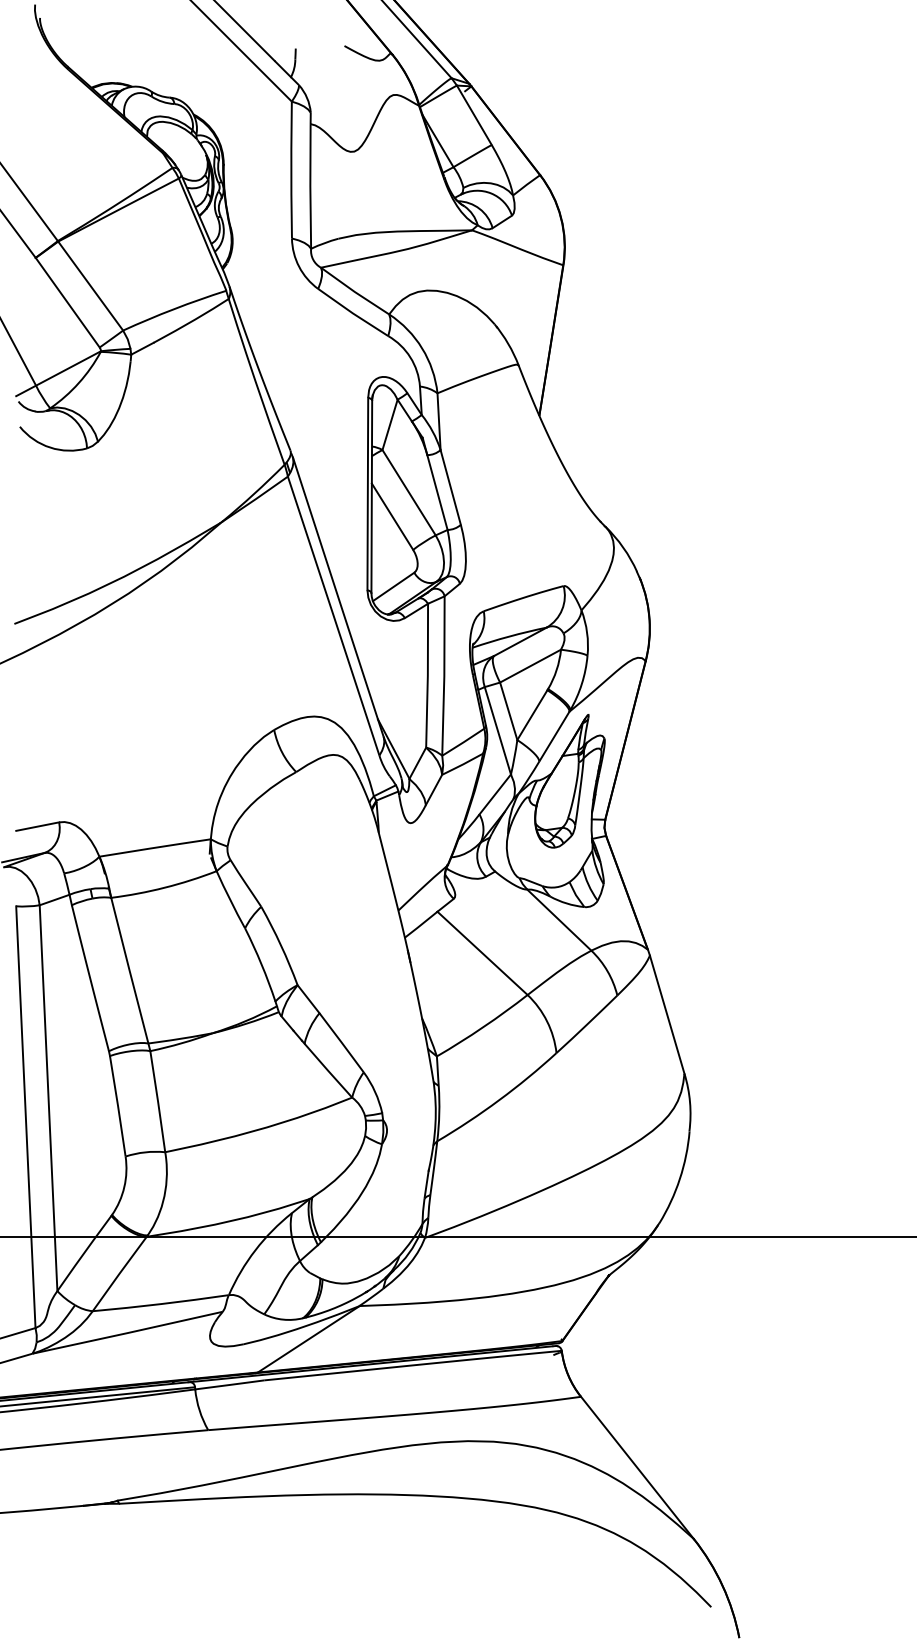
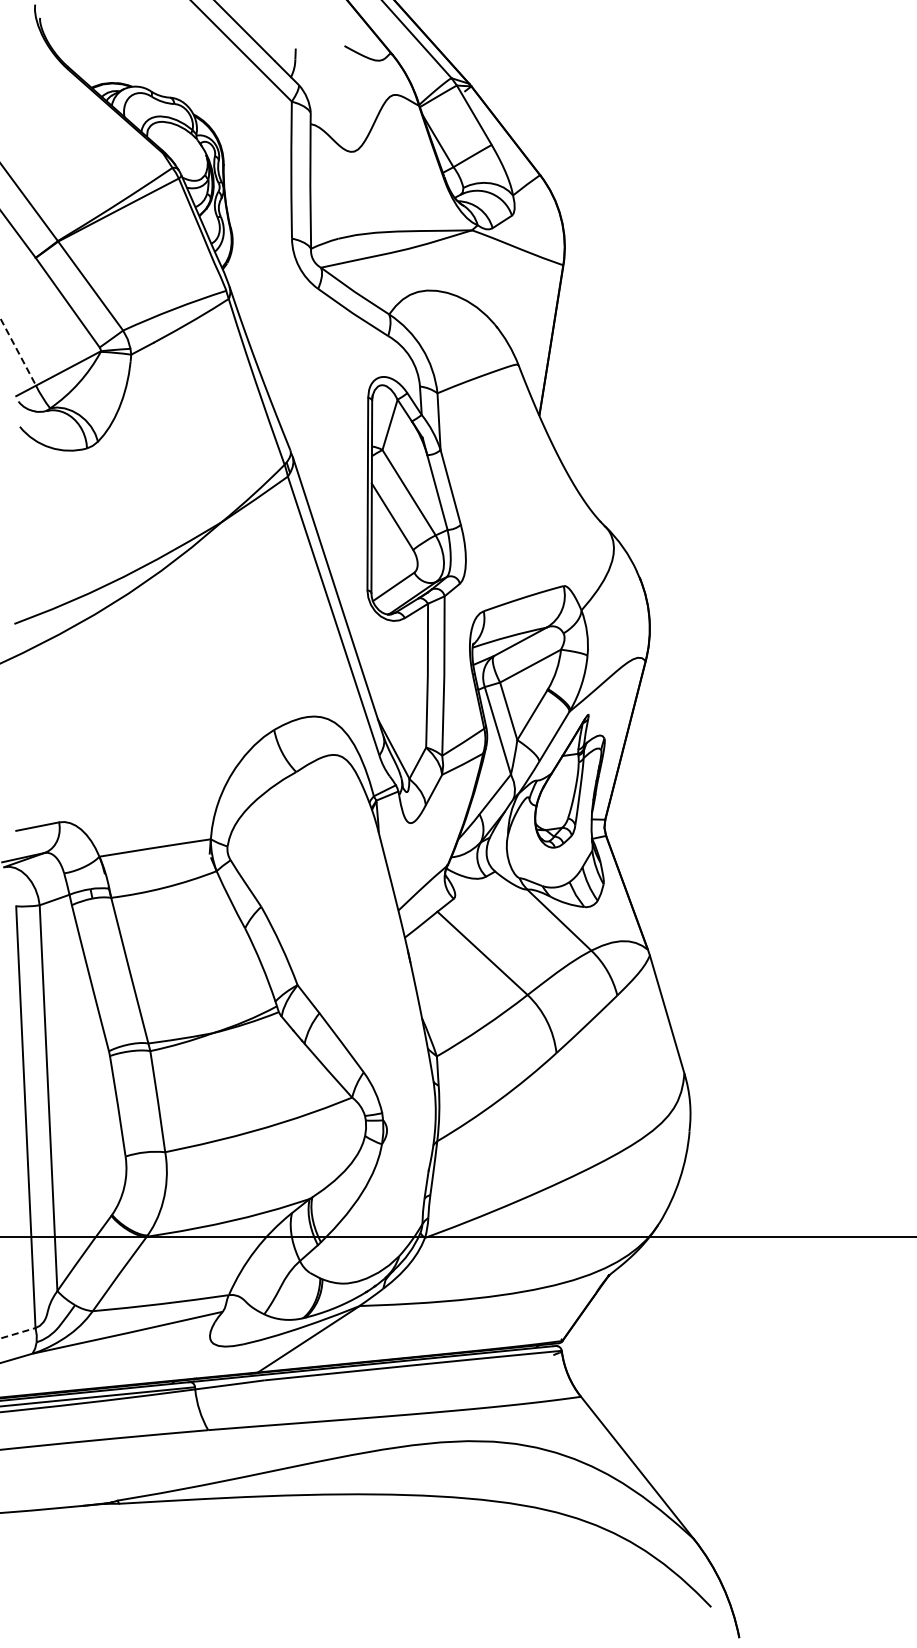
line at (18, 352): solid -> dashed
line at (18, 1333): solid -> dashed
